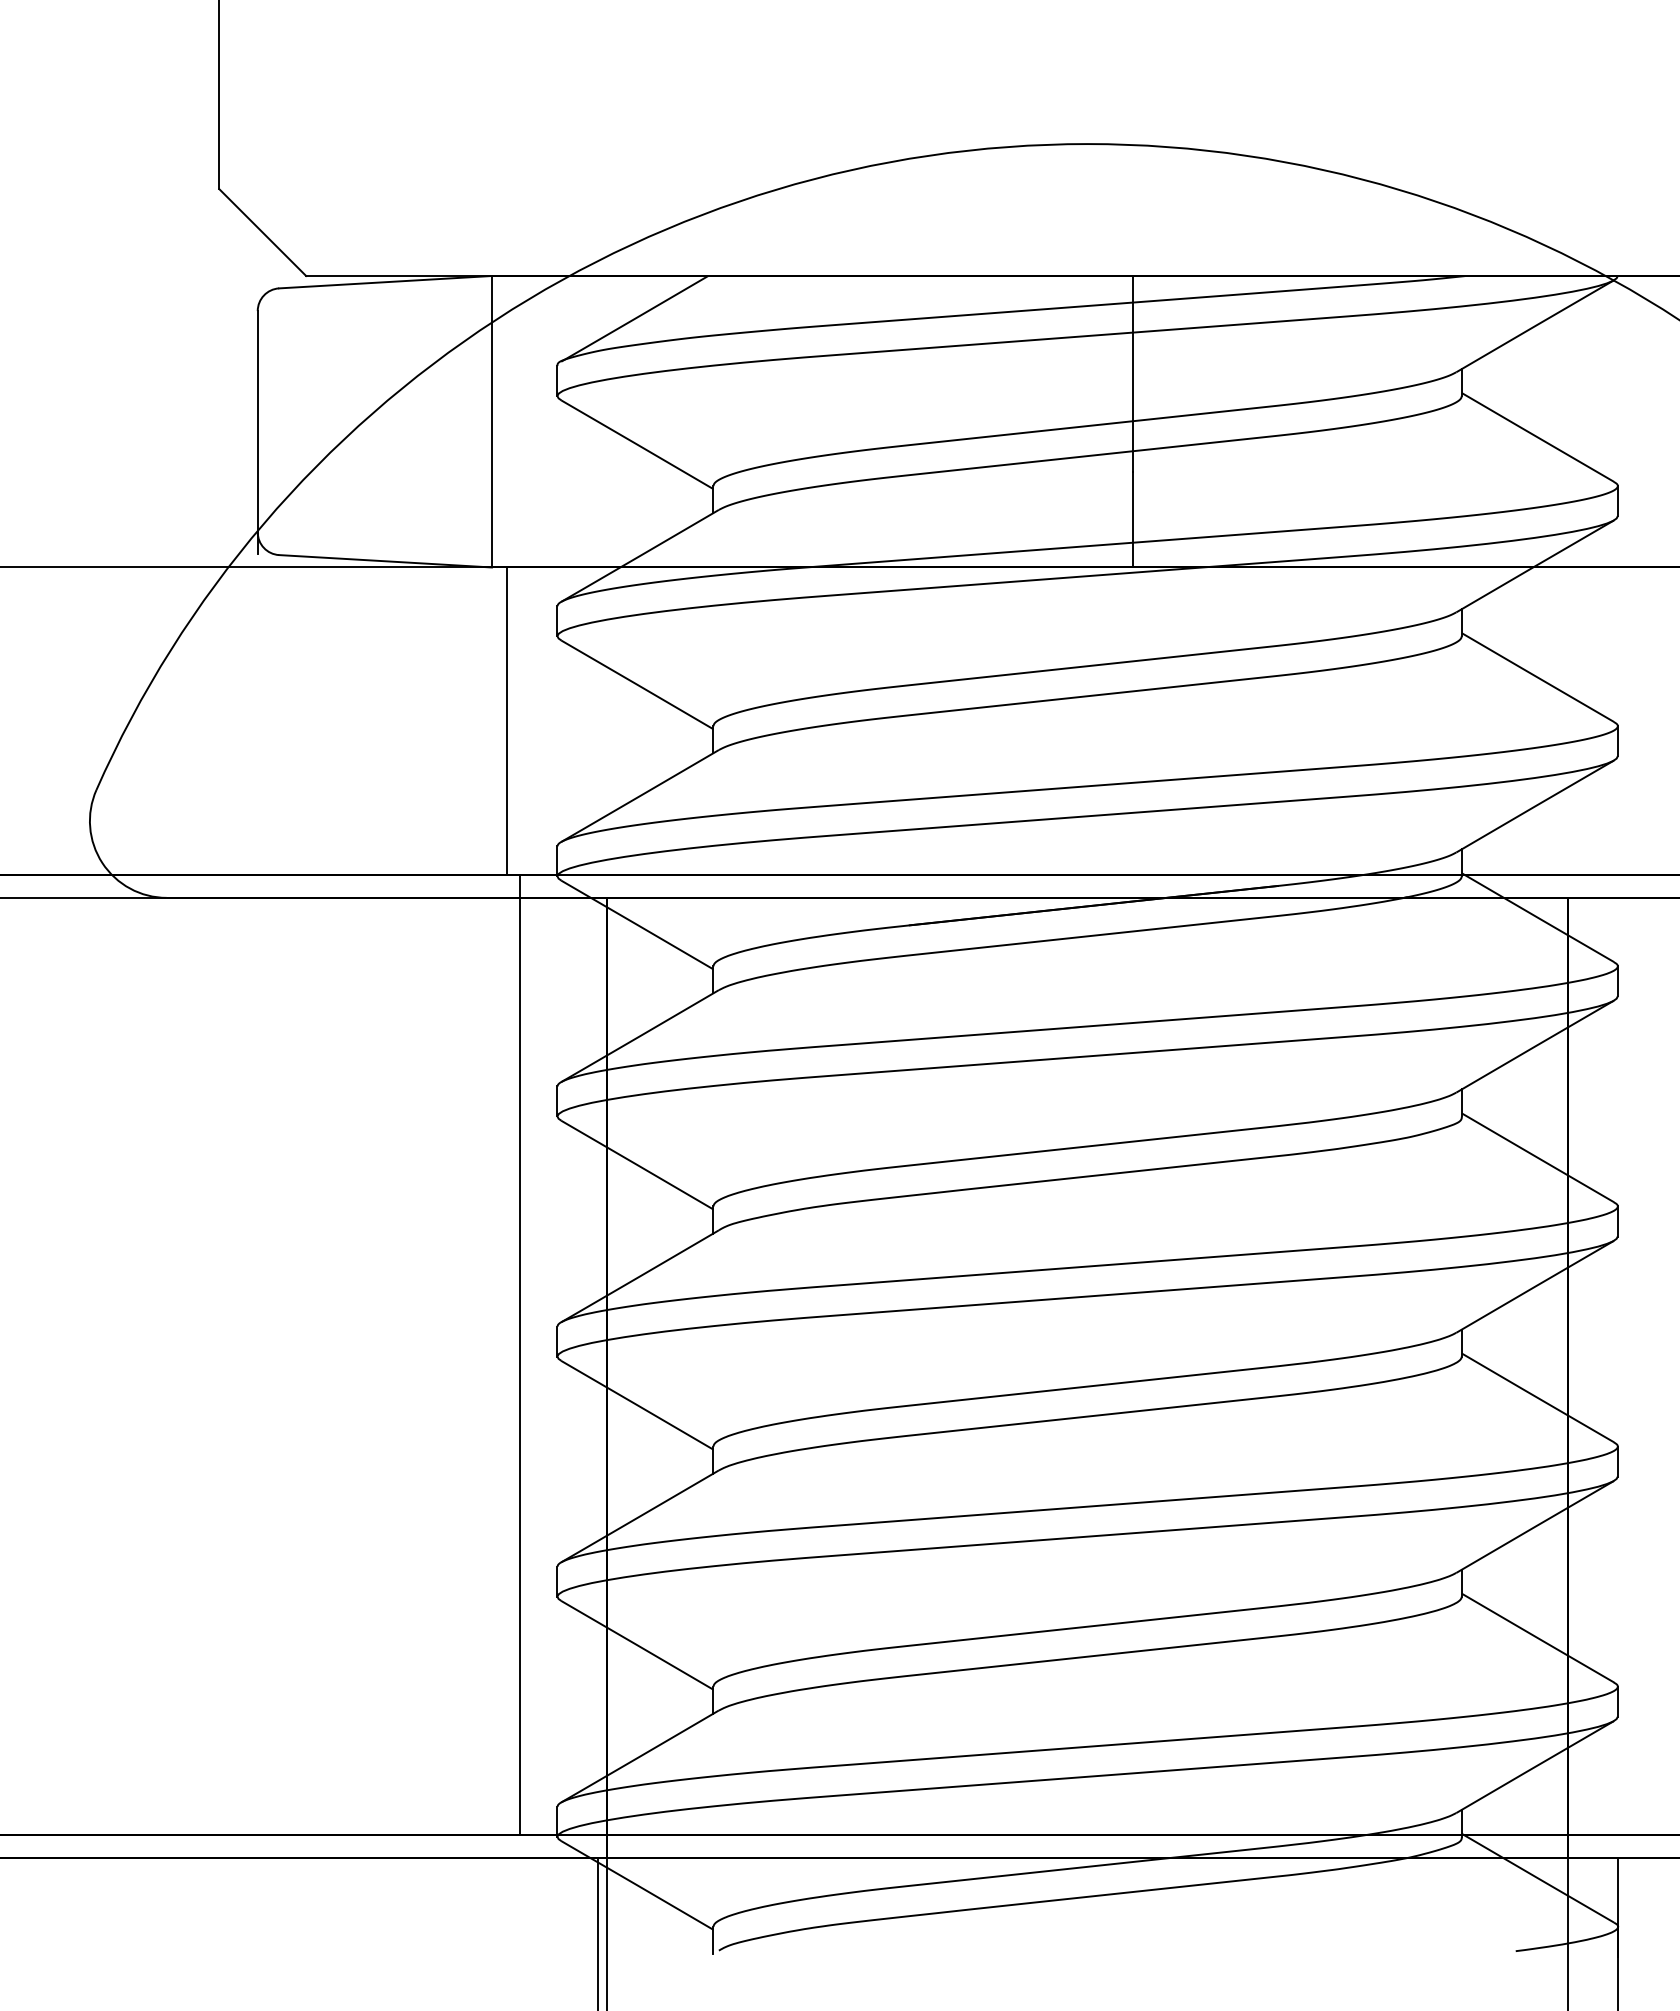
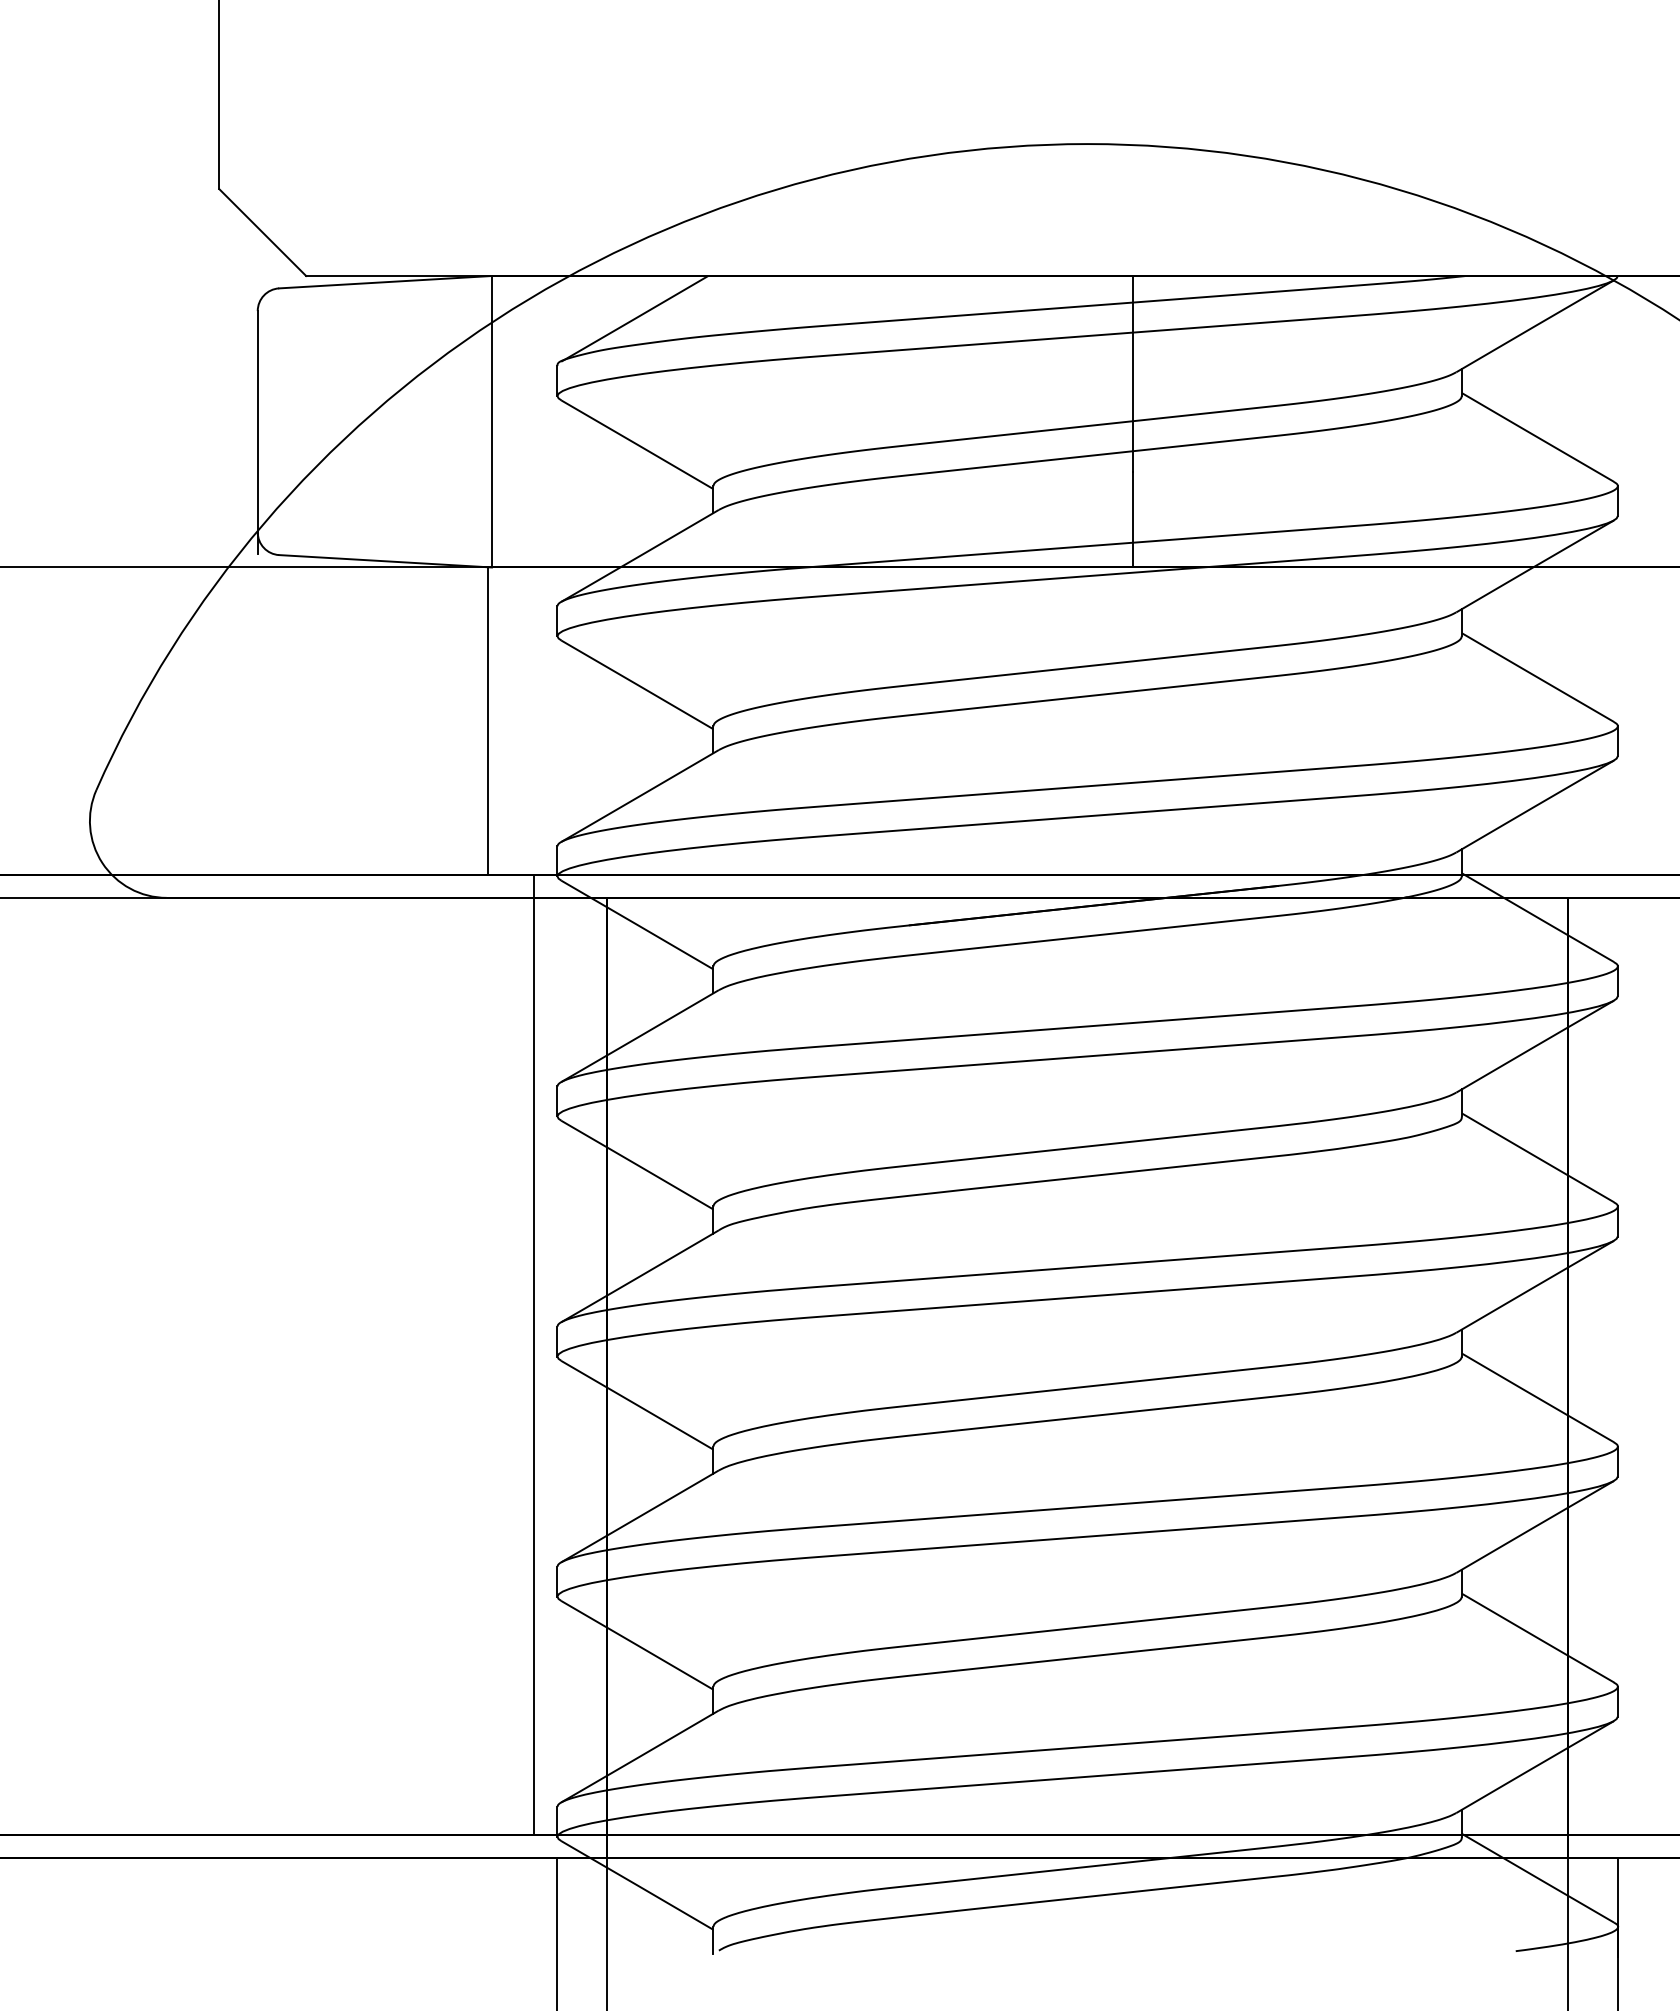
line at (507, 720) position: (507, 720) -> (488, 720)
line at (520, 1354) position: (520, 1354) -> (534, 1354)
line at (598, 1932) position: (598, 1932) -> (557, 1932)
